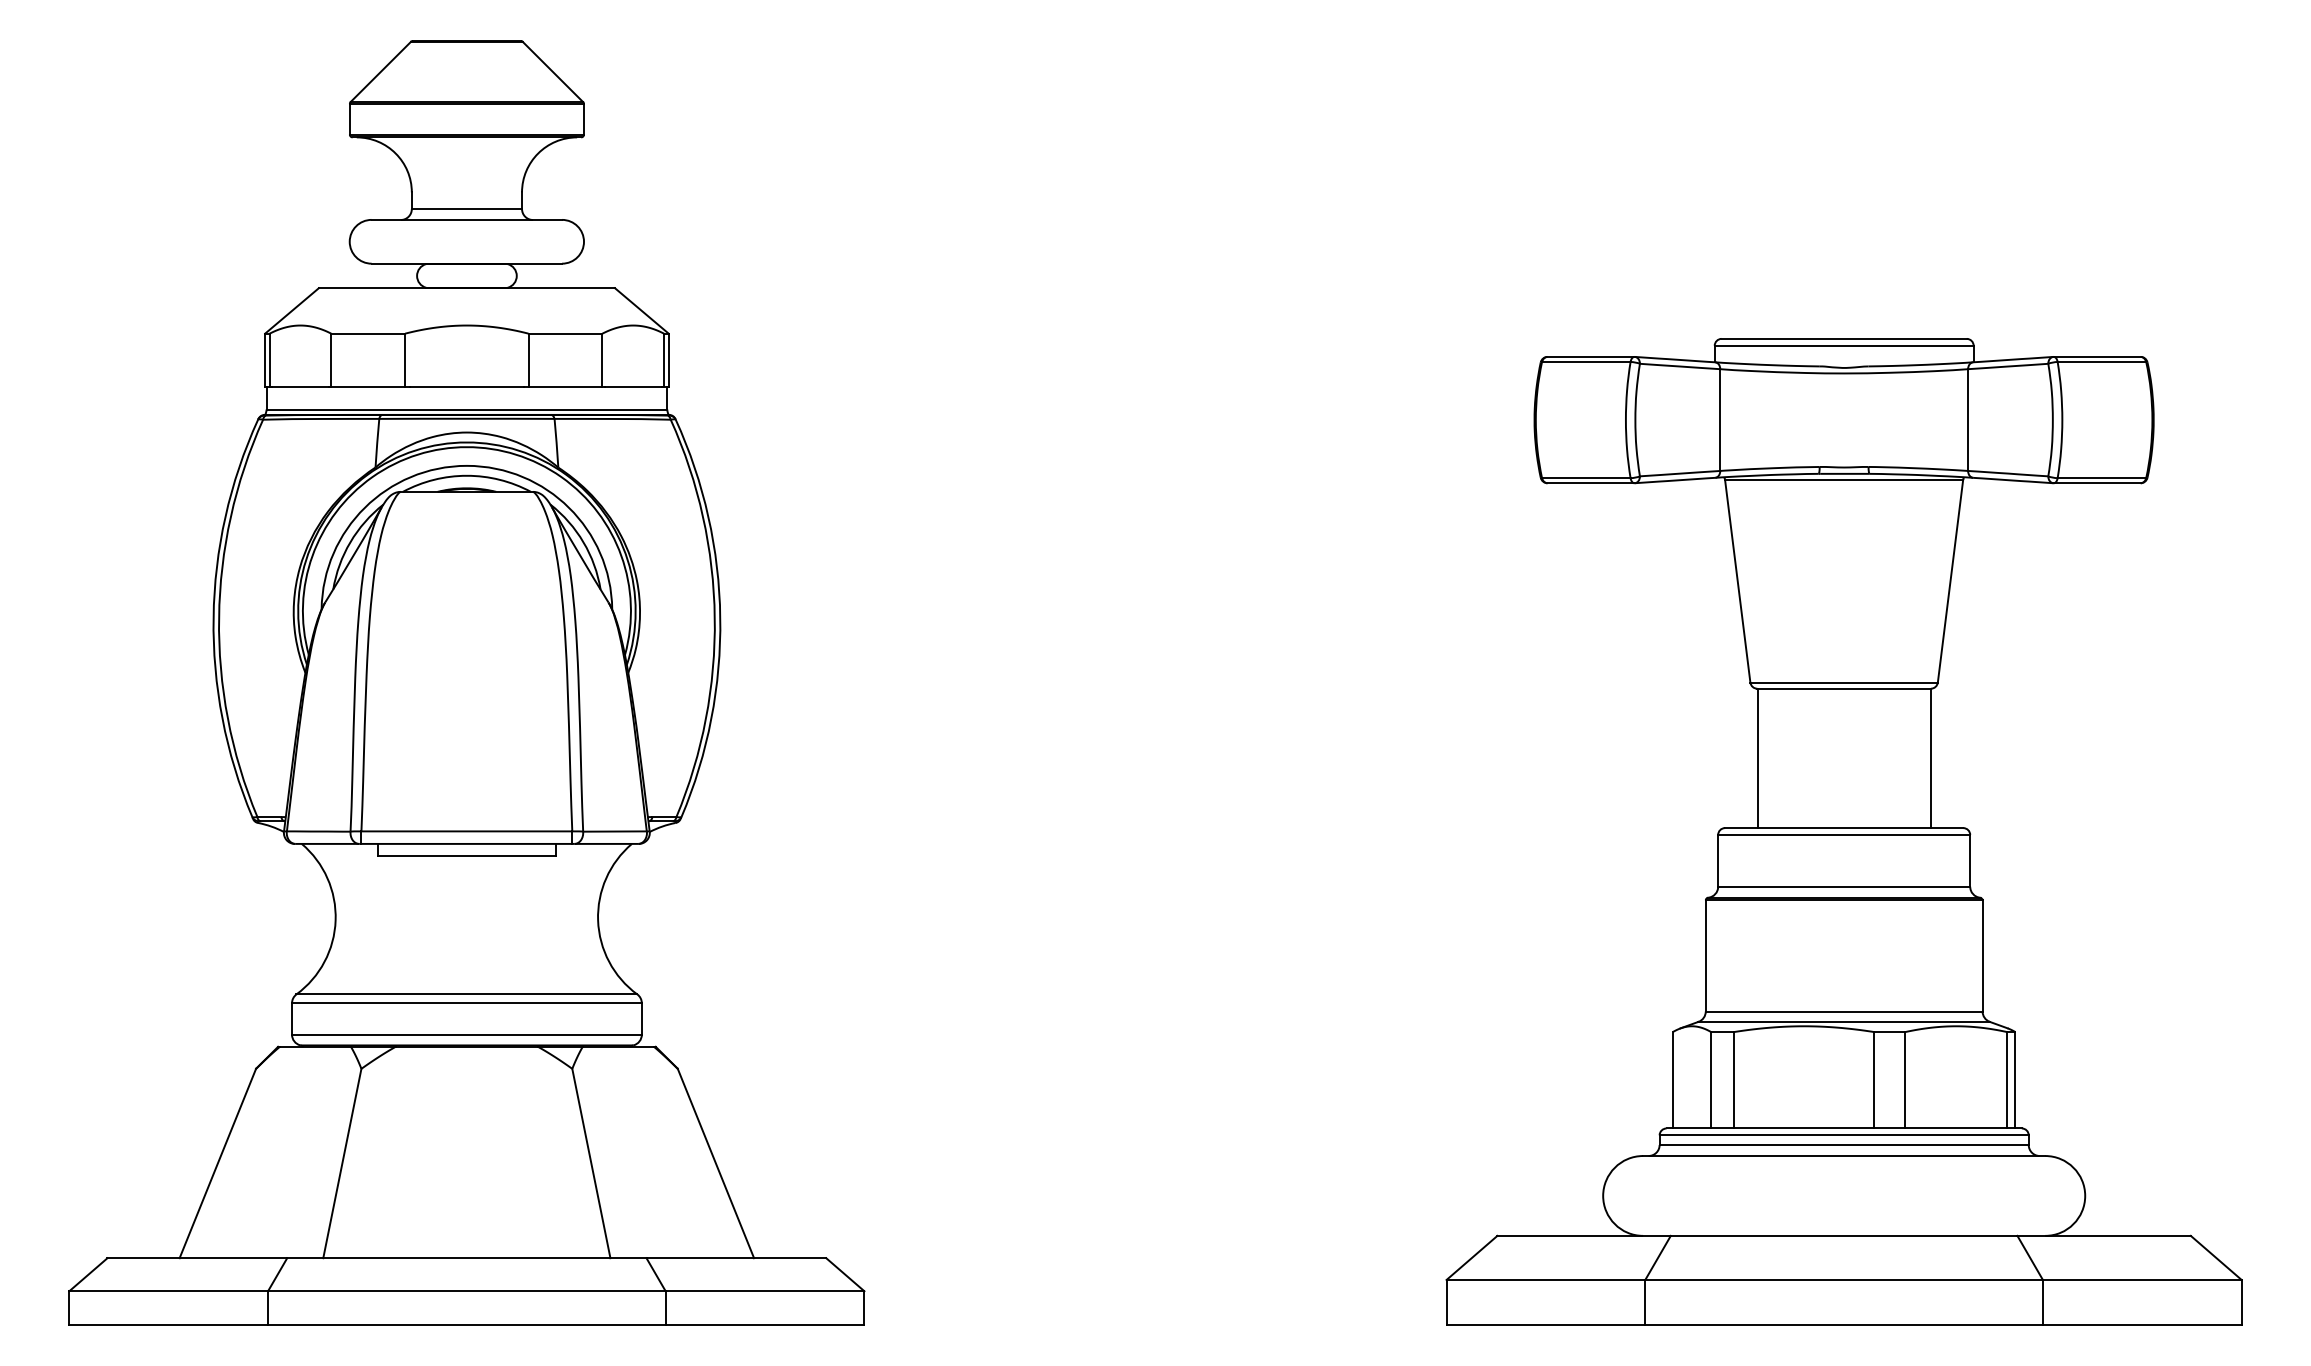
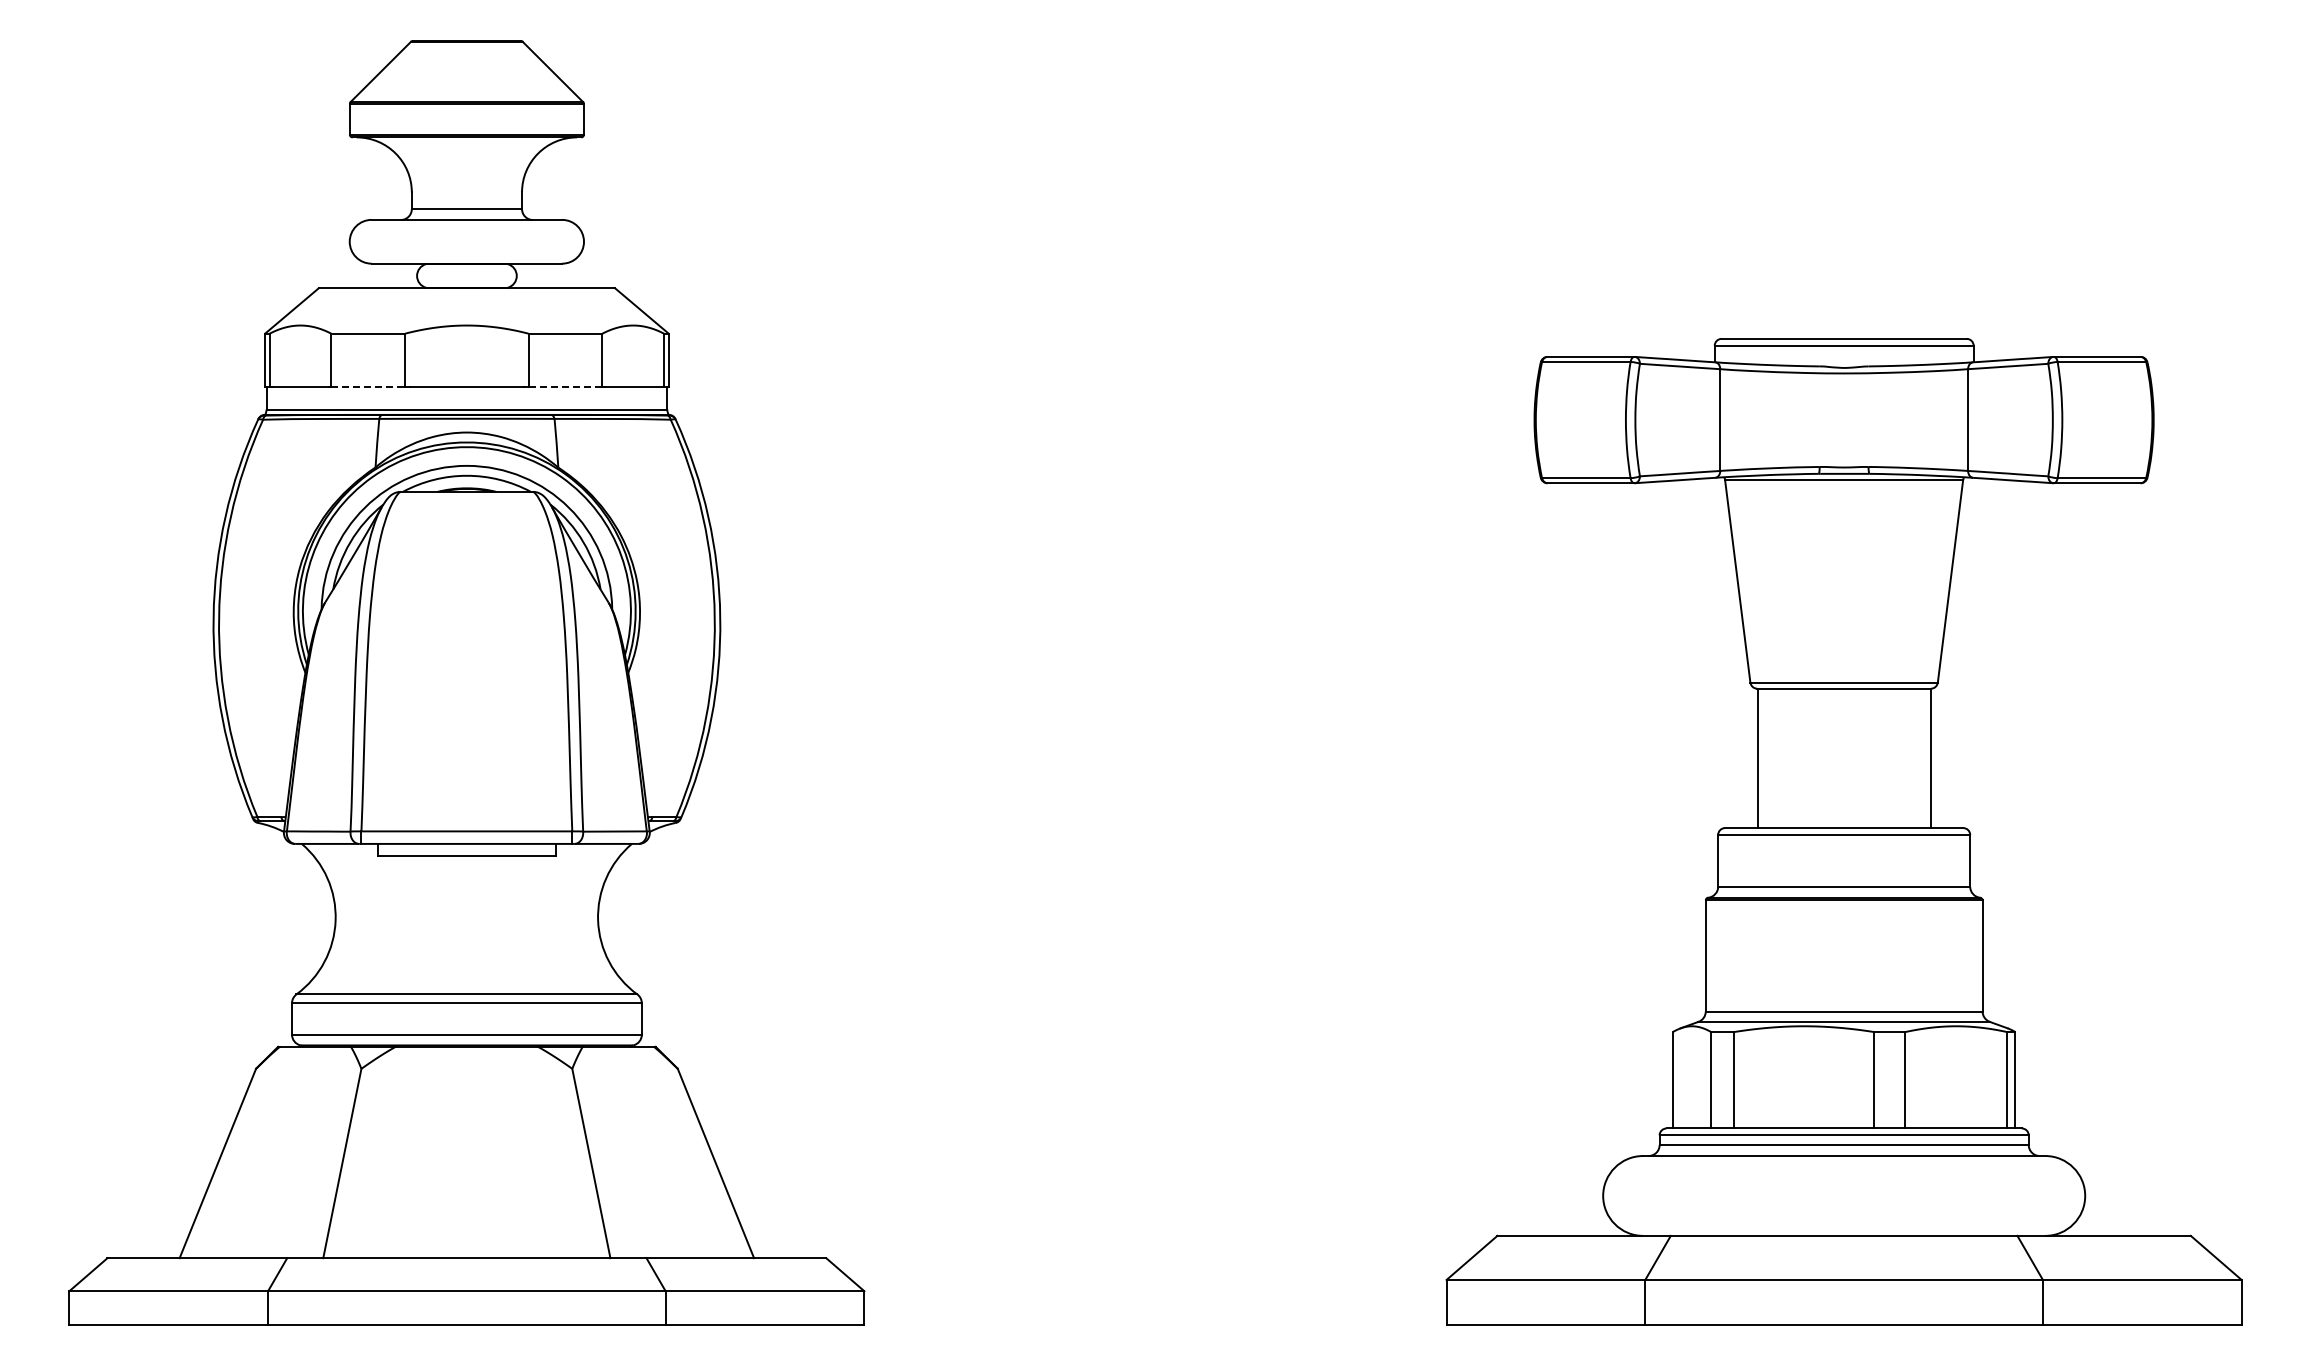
line at (368, 387): solid -> dashed
line at (565, 387): solid -> dashed
